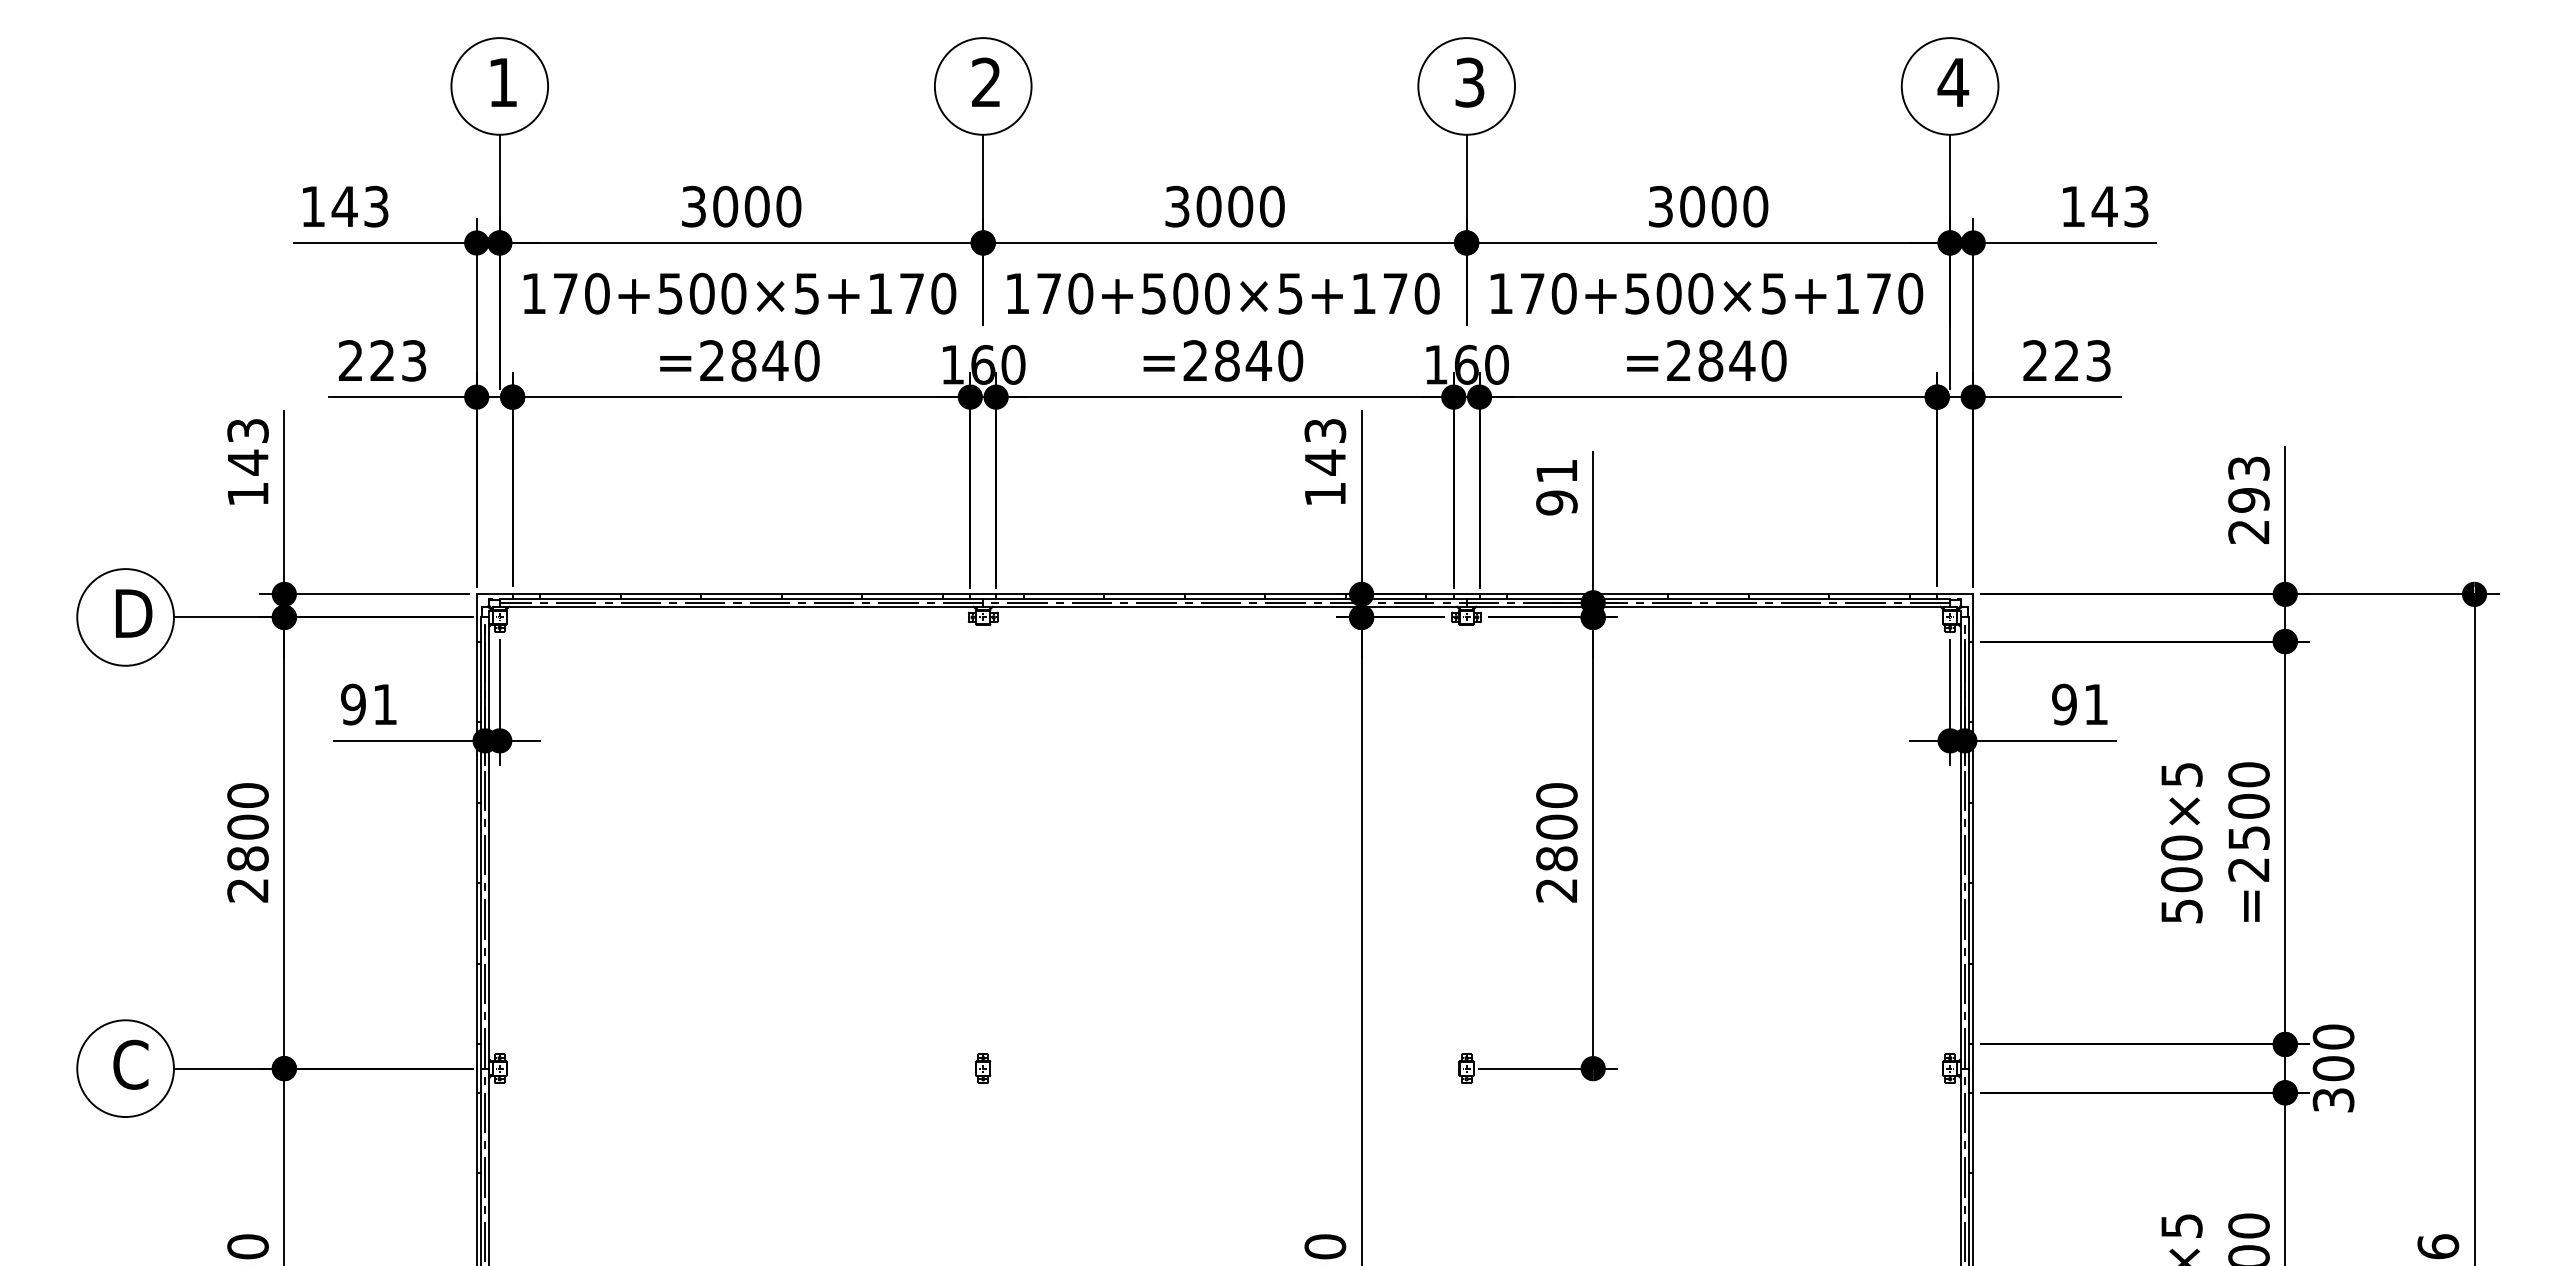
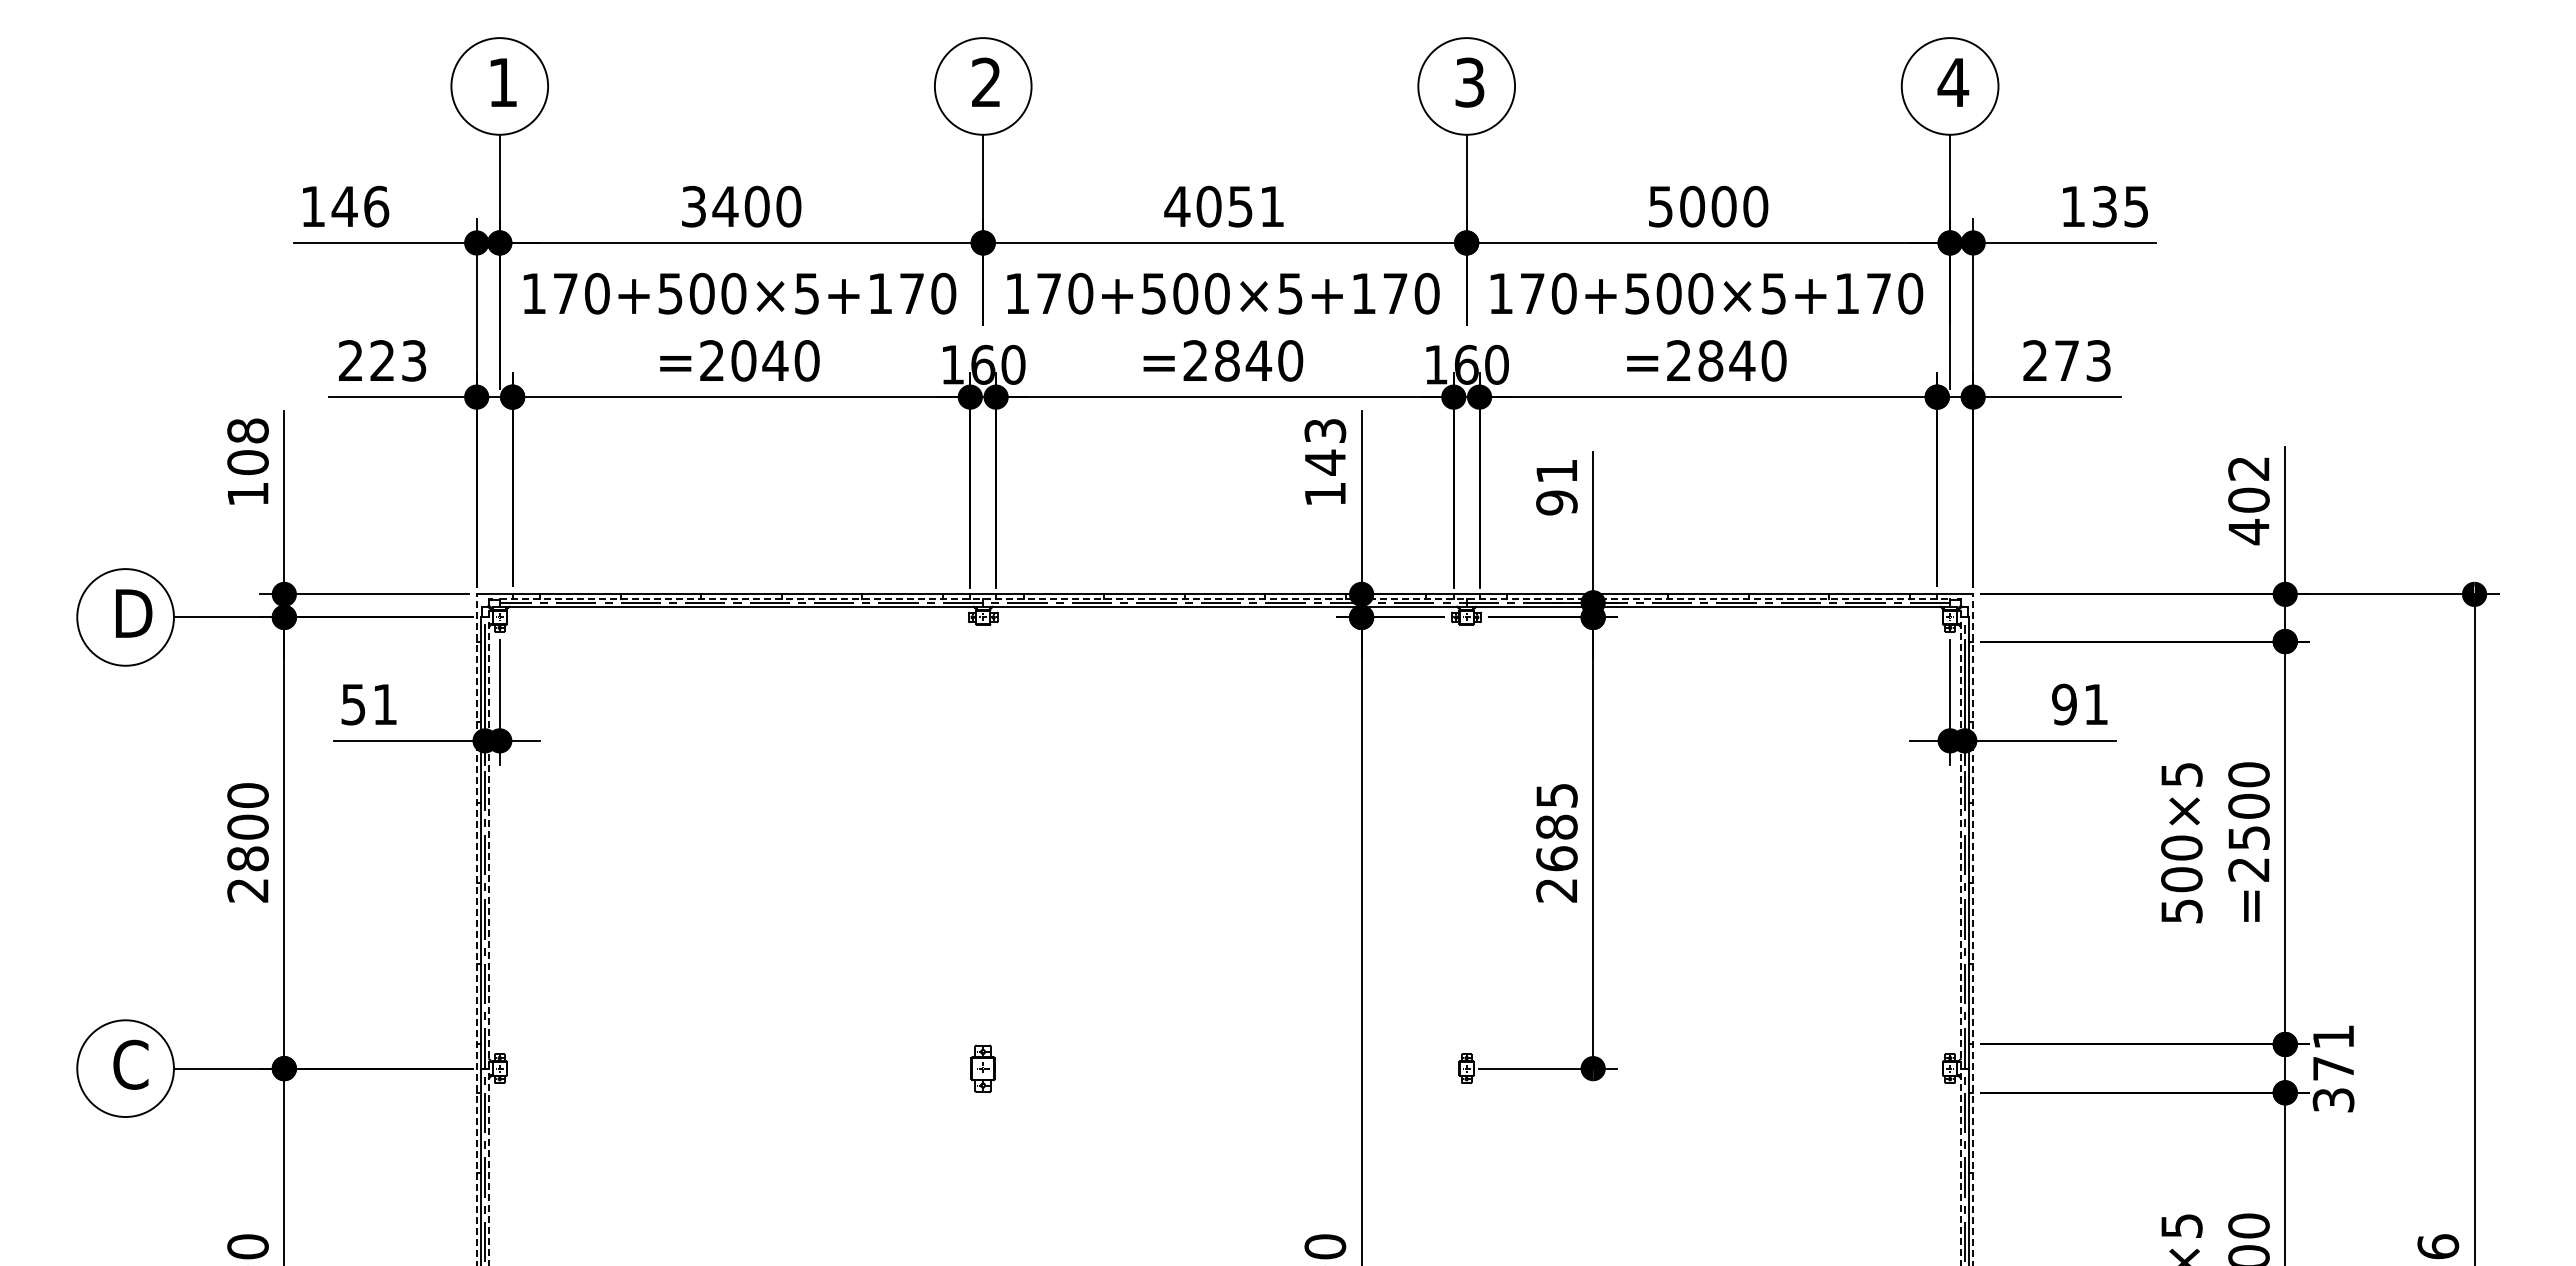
text at (1660, 205): 3000 -> 5000
text at (376, 206): 143 -> 146
text at (725, 206): 3000 -> 3400
text at (1224, 206): 3000 -> 4051
text at (2119, 206): 143 -> 135
text at (743, 360): =2840 -> =2040
text at (2066, 360): 223 -> 273
text at (247, 446): 143 -> 108
text at (2248, 500): 293 -> 402
line at (1225, 598): solid -> dashed
text at (353, 704): 91 -> 51
text at (1556, 827): 2800 -> 2685
line at (476, 929): solid -> dashed
line at (1973, 929): solid -> dashed
line at (489, 938): solid -> dashed
line at (1960, 938): solid -> dashed
text at (2333, 1052): 300 -> 371
part at (983, 1068) size: 17x31 px -> 26x49 px
